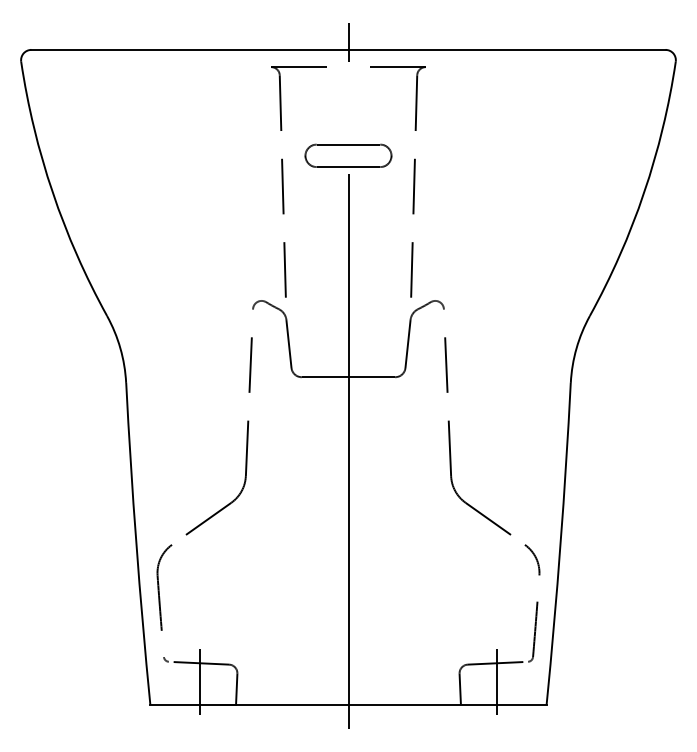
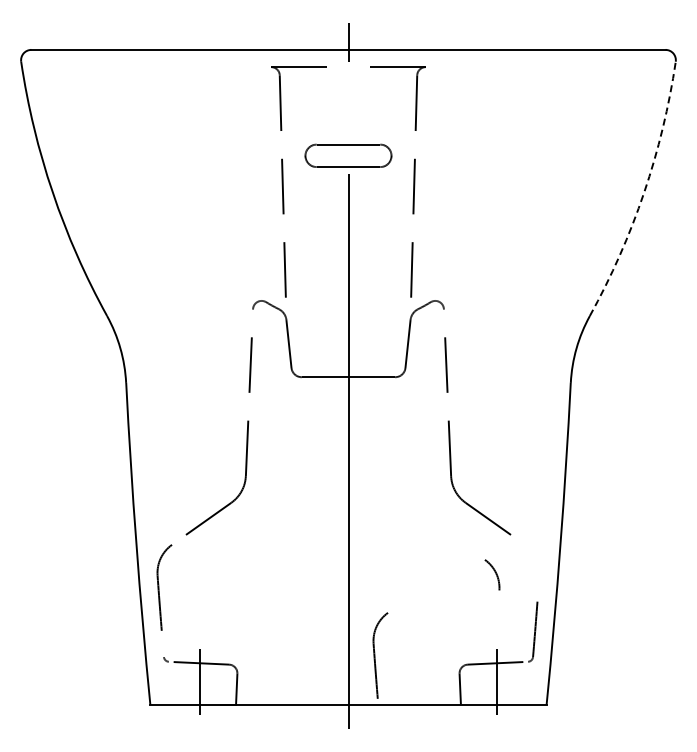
arc at (644, 192): solid -> dashed
arc at (534, 557) position: (534, 557) -> (494, 572)
part at (380, 655): none -> present
